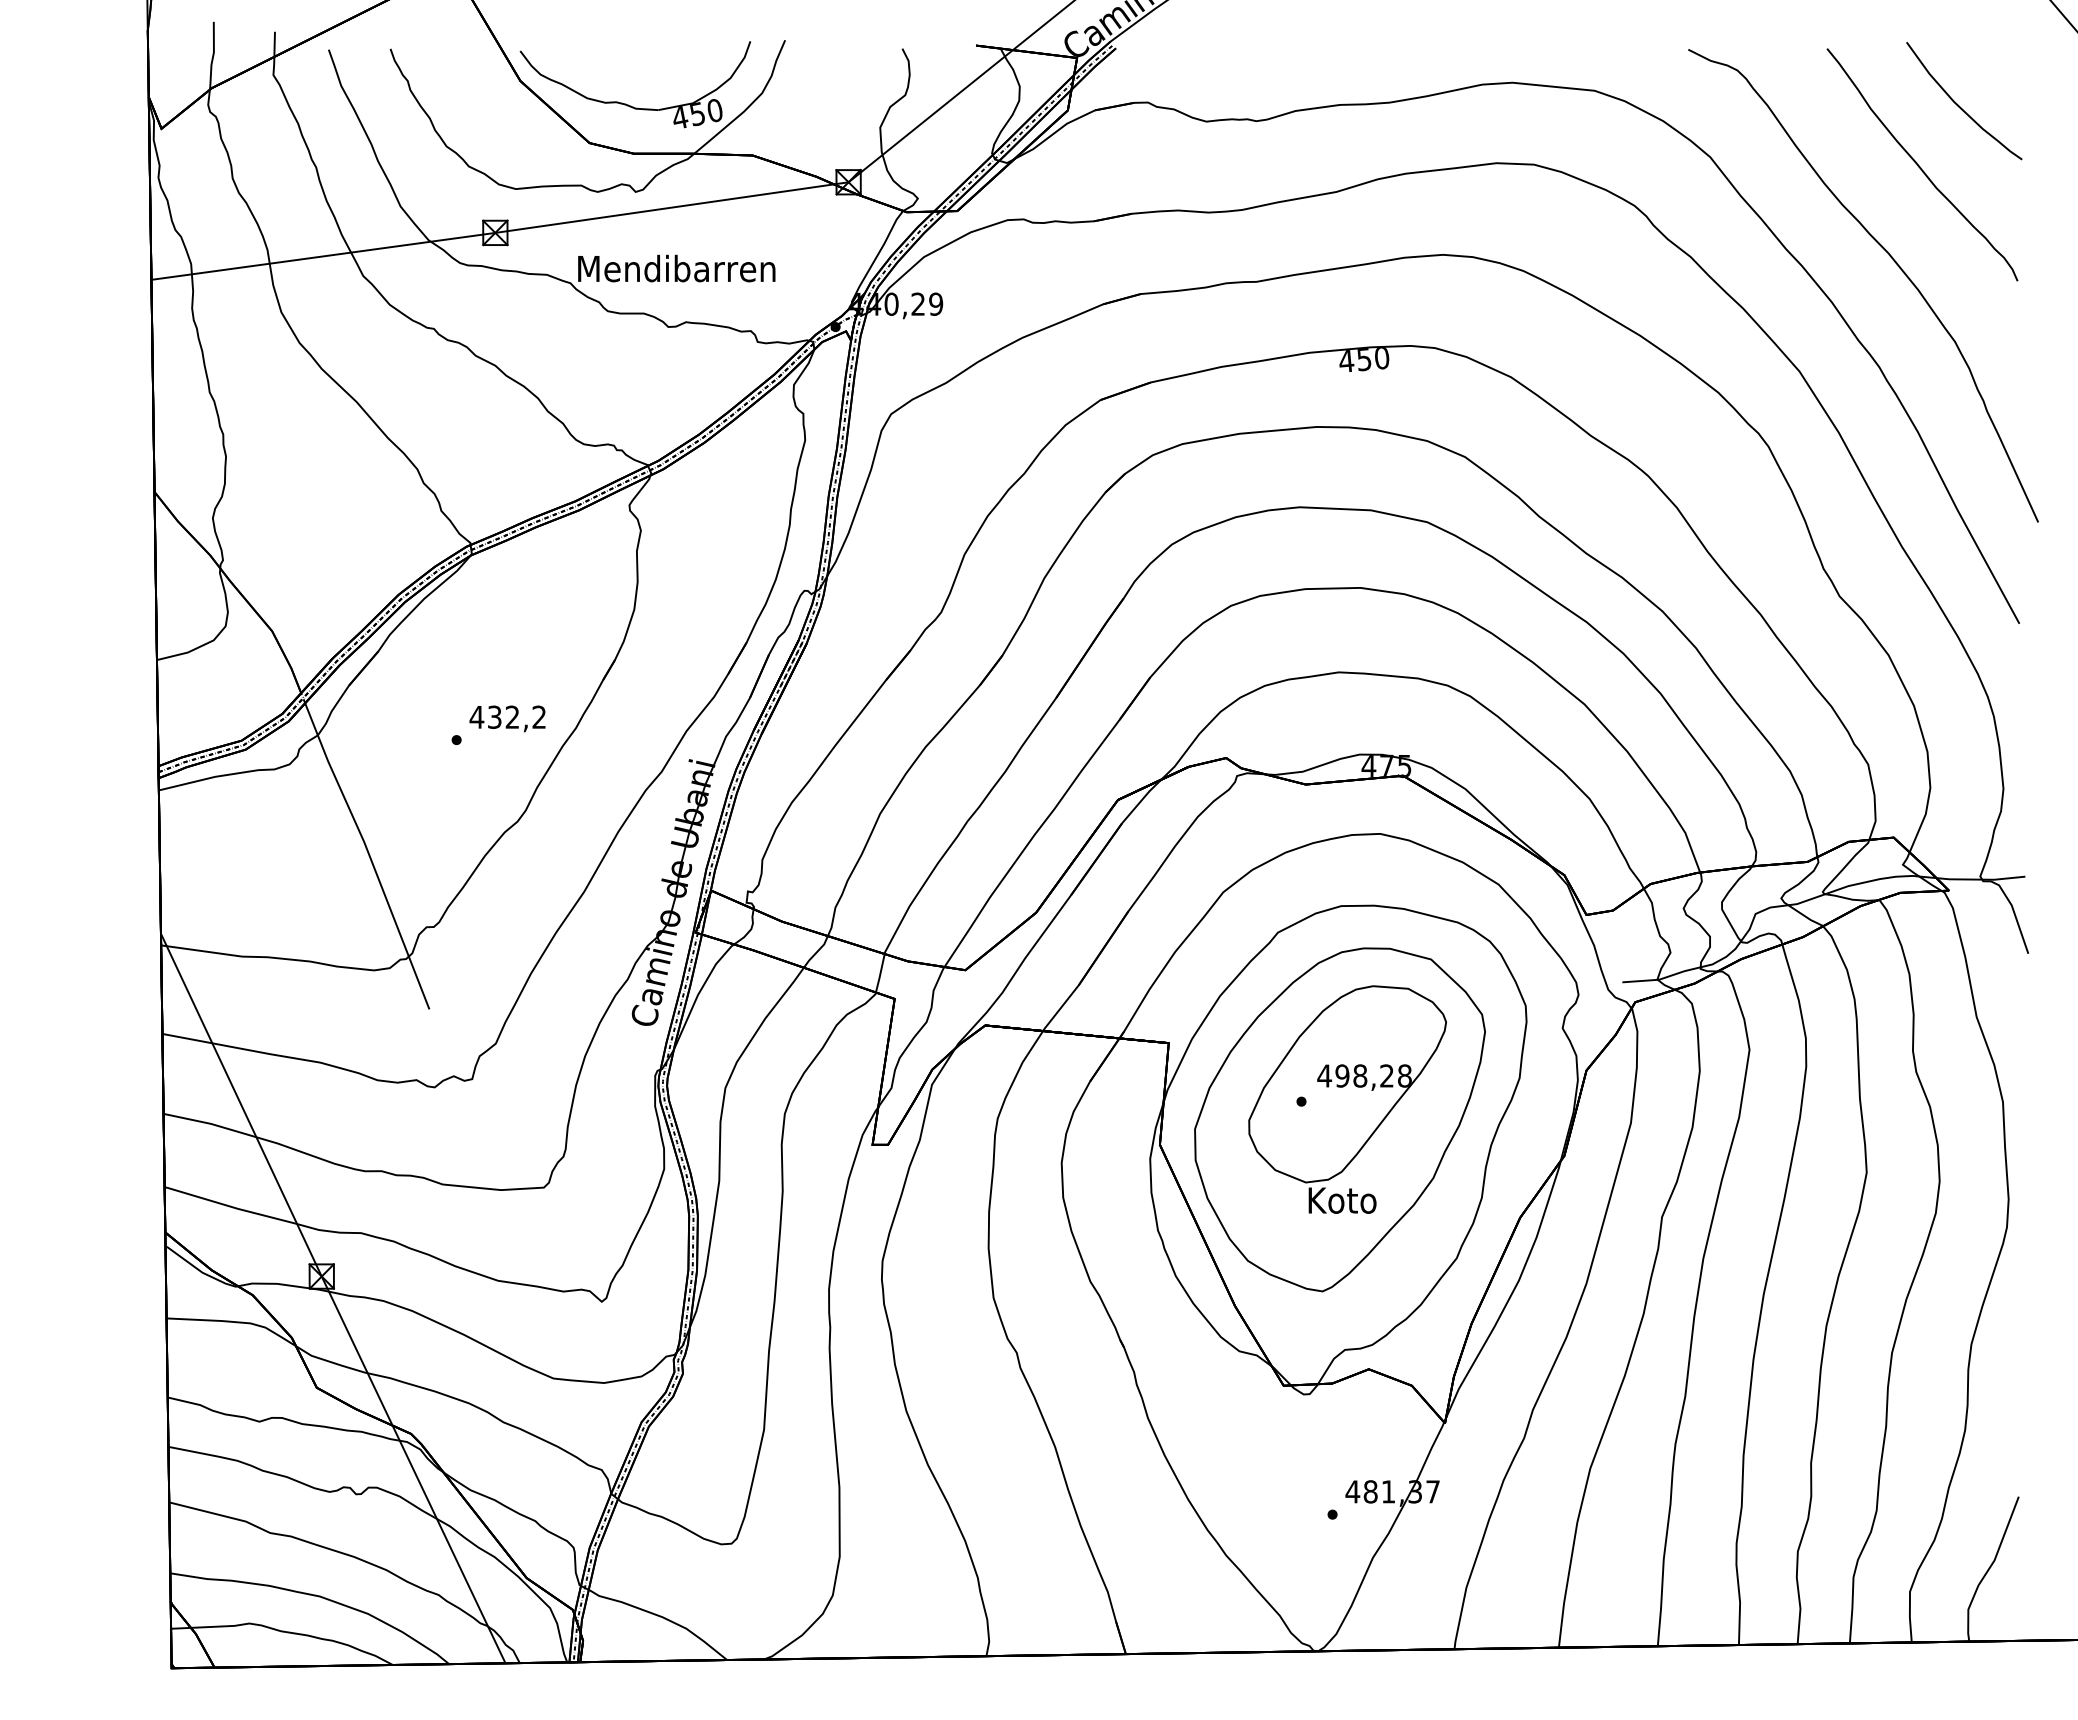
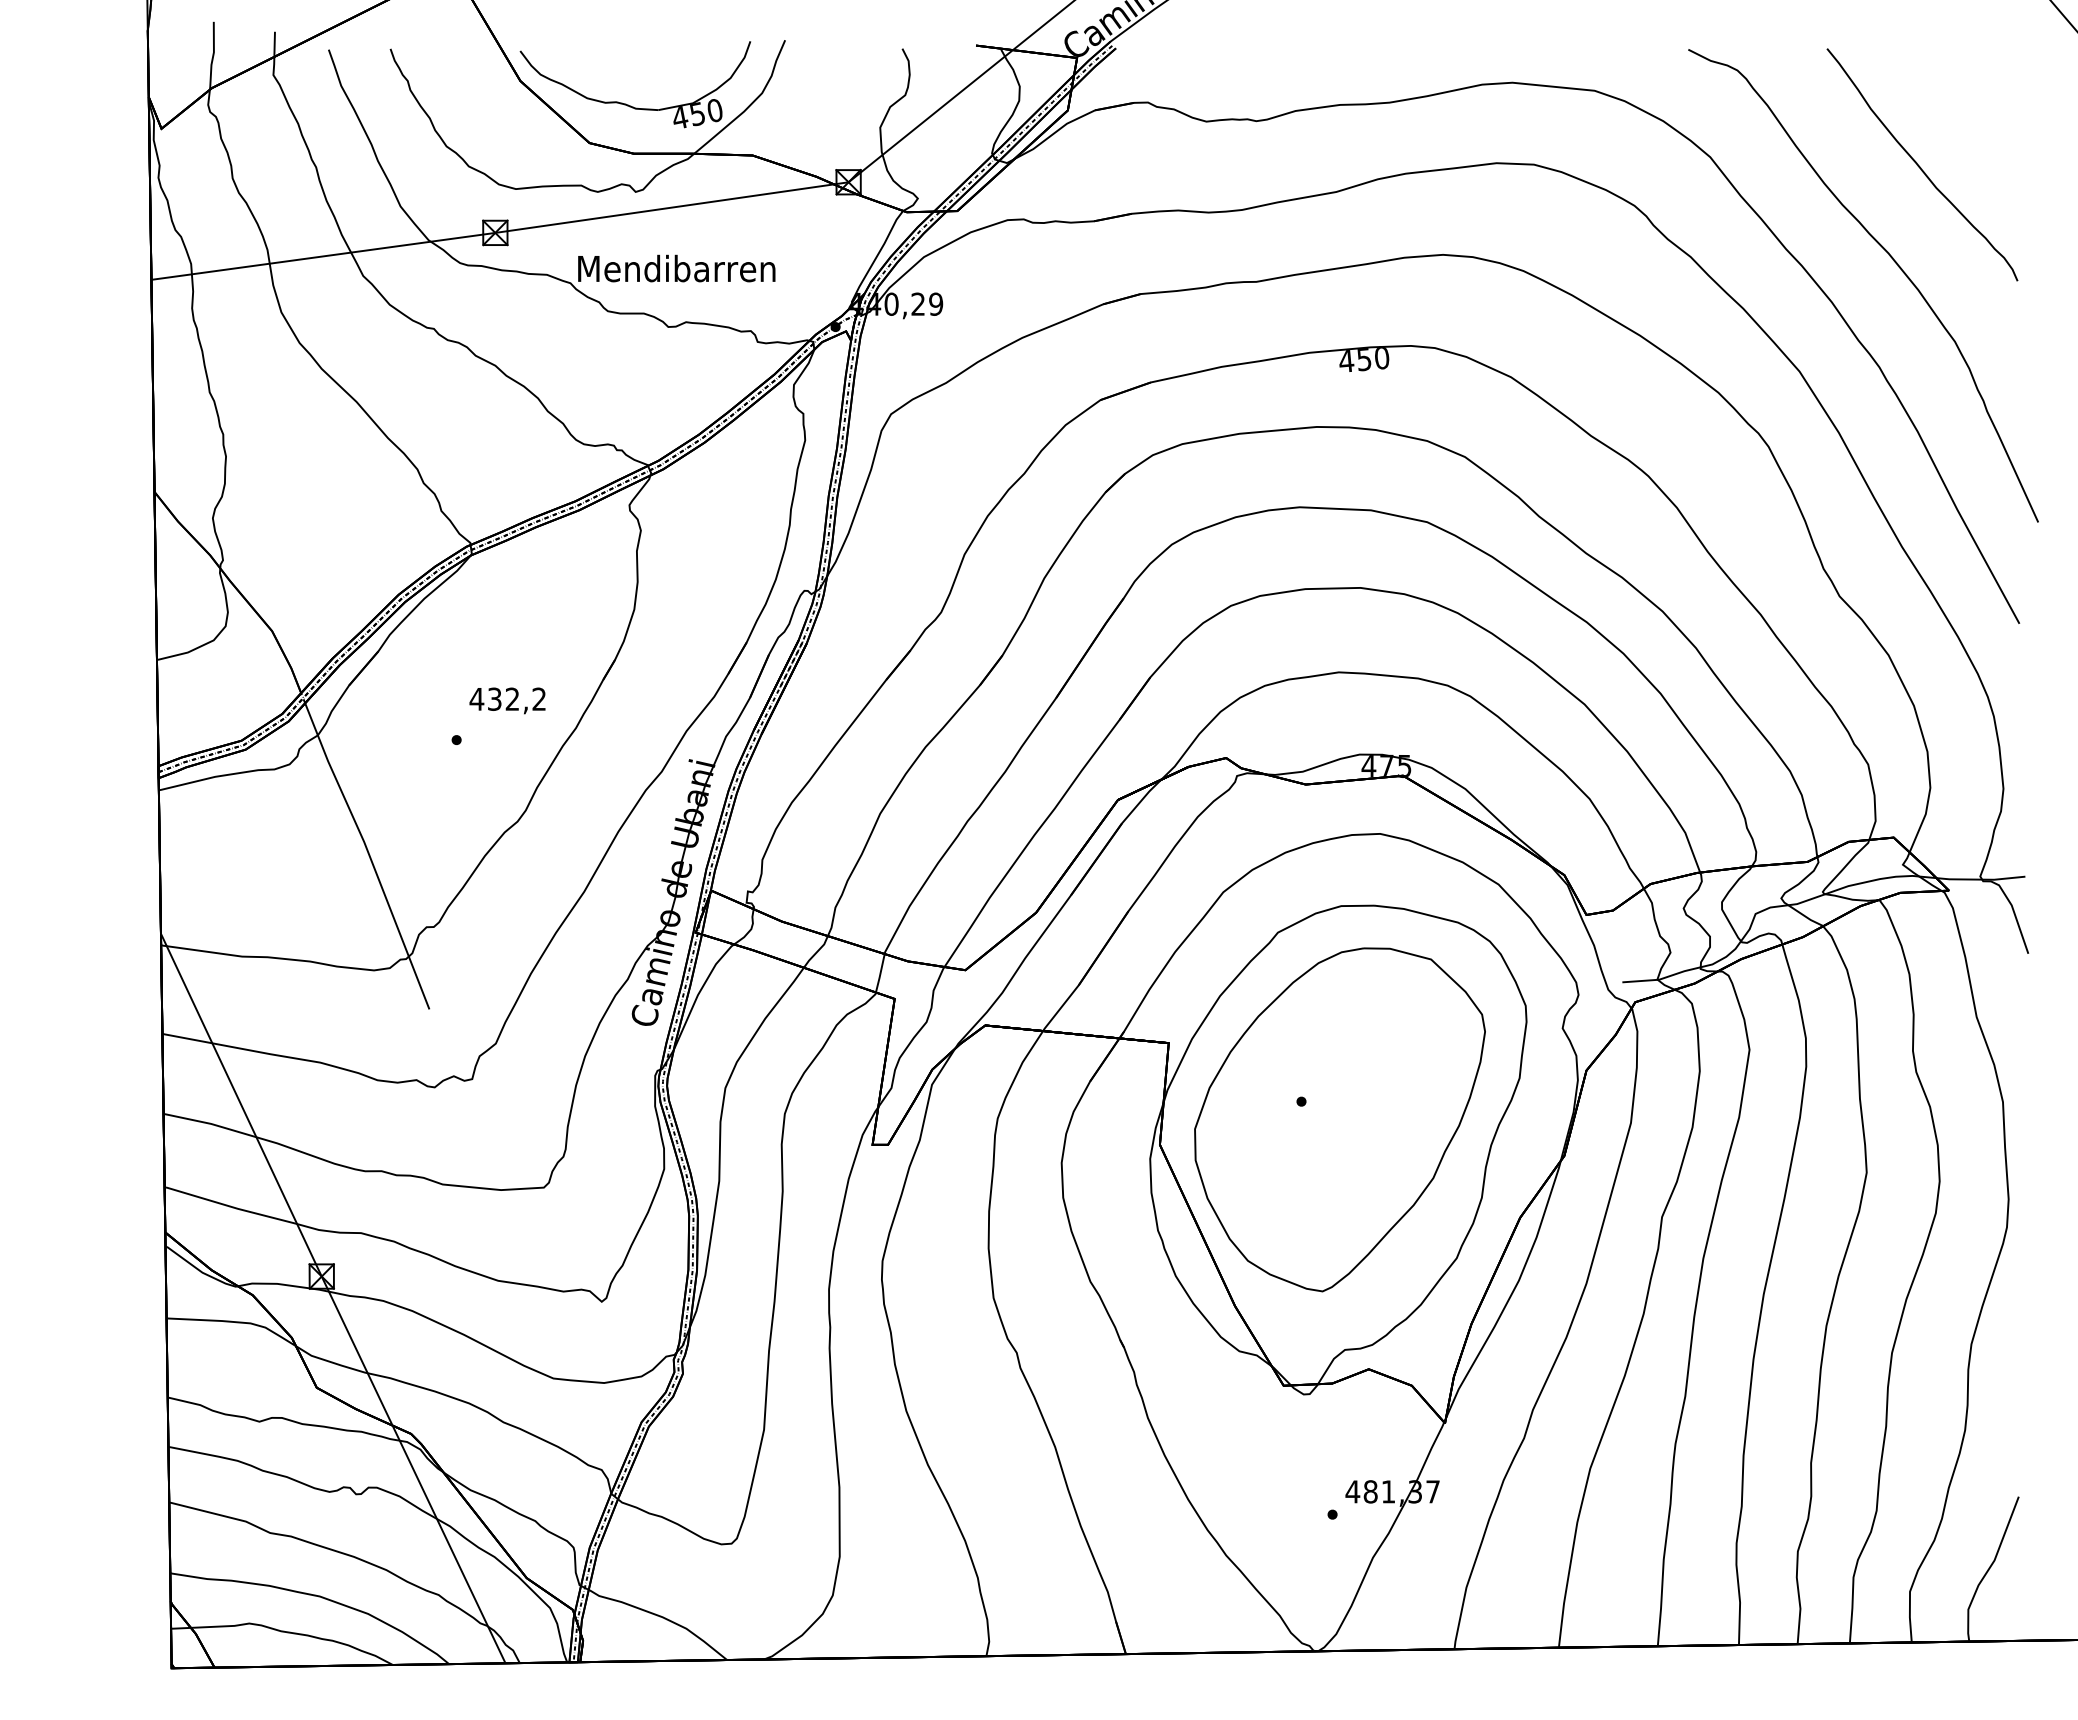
curve at (1959, 105): present -> none
text at (507, 718) position: (507, 718) -> (507, 700)
part at (1347, 1099): present -> none
